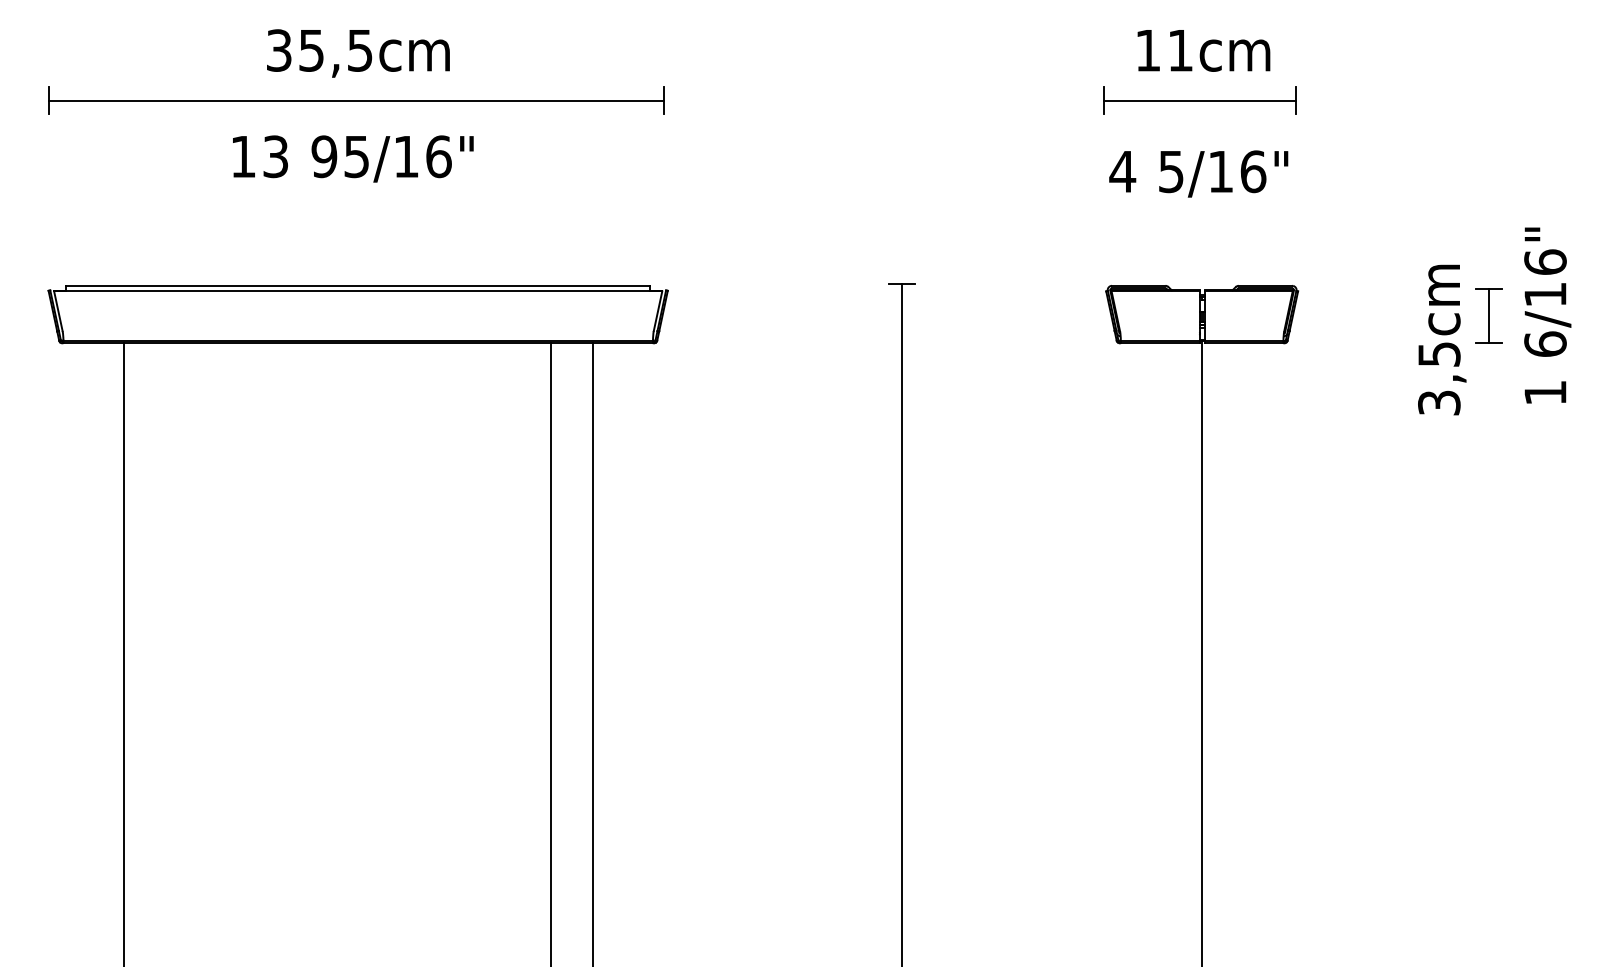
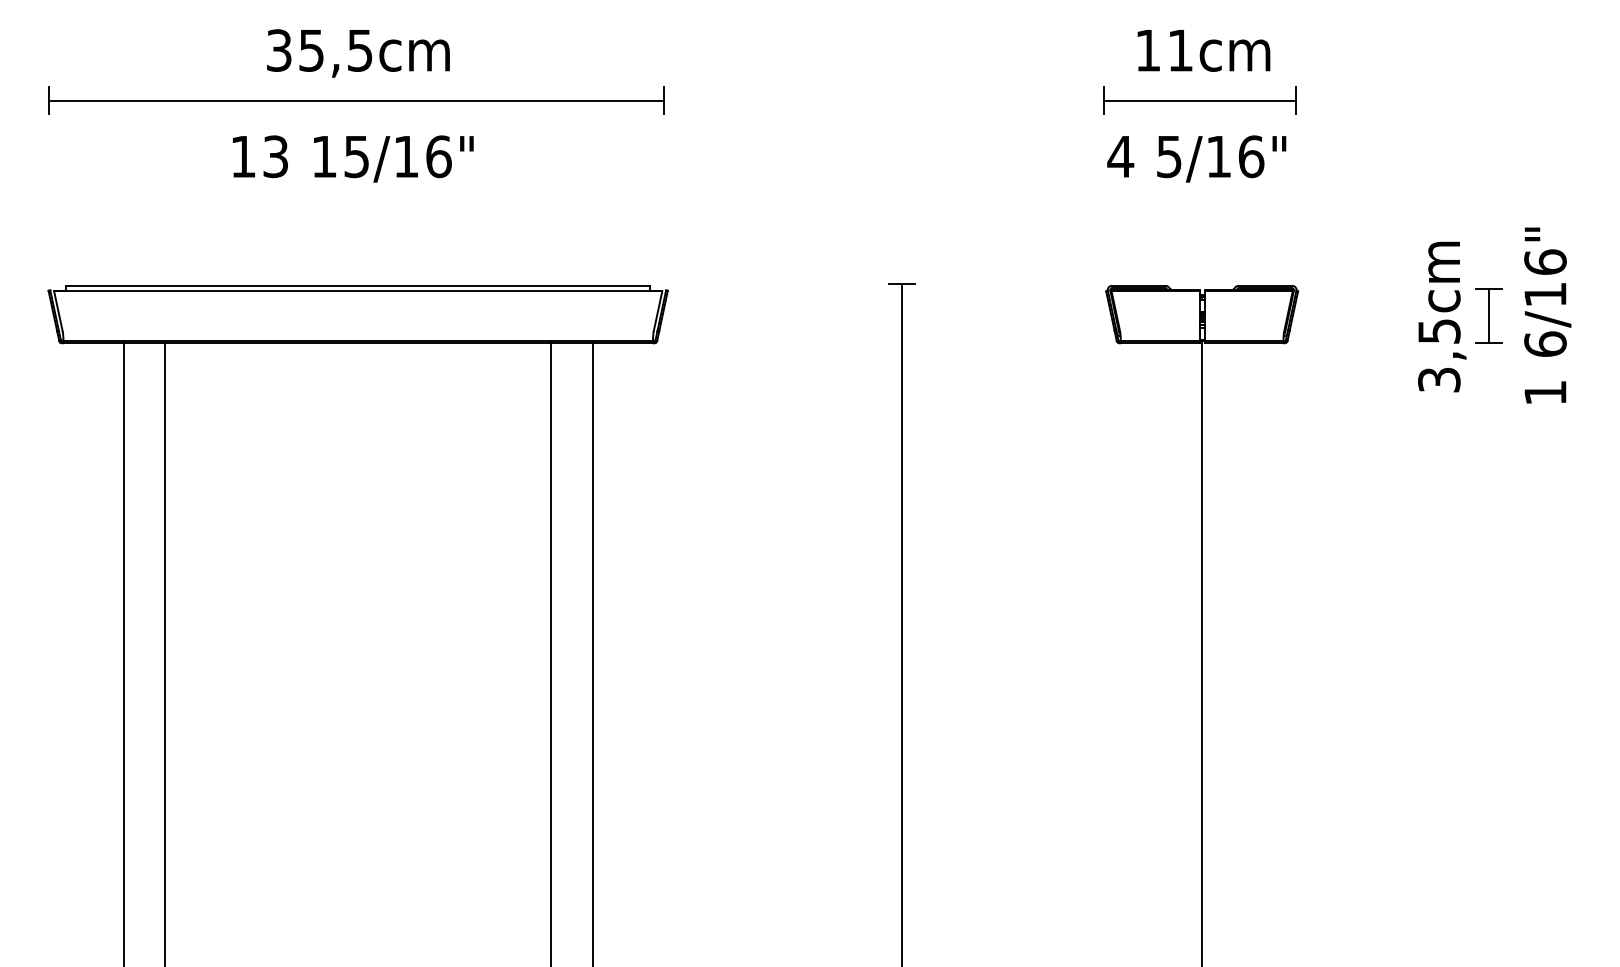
text at (324, 156): 95/16" -> 15/16"
text at (1198, 173) position: (1198, 173) -> (1196, 158)
text at (1442, 339) position: (1442, 339) -> (1442, 316)
line at (165, 653): none -> present
